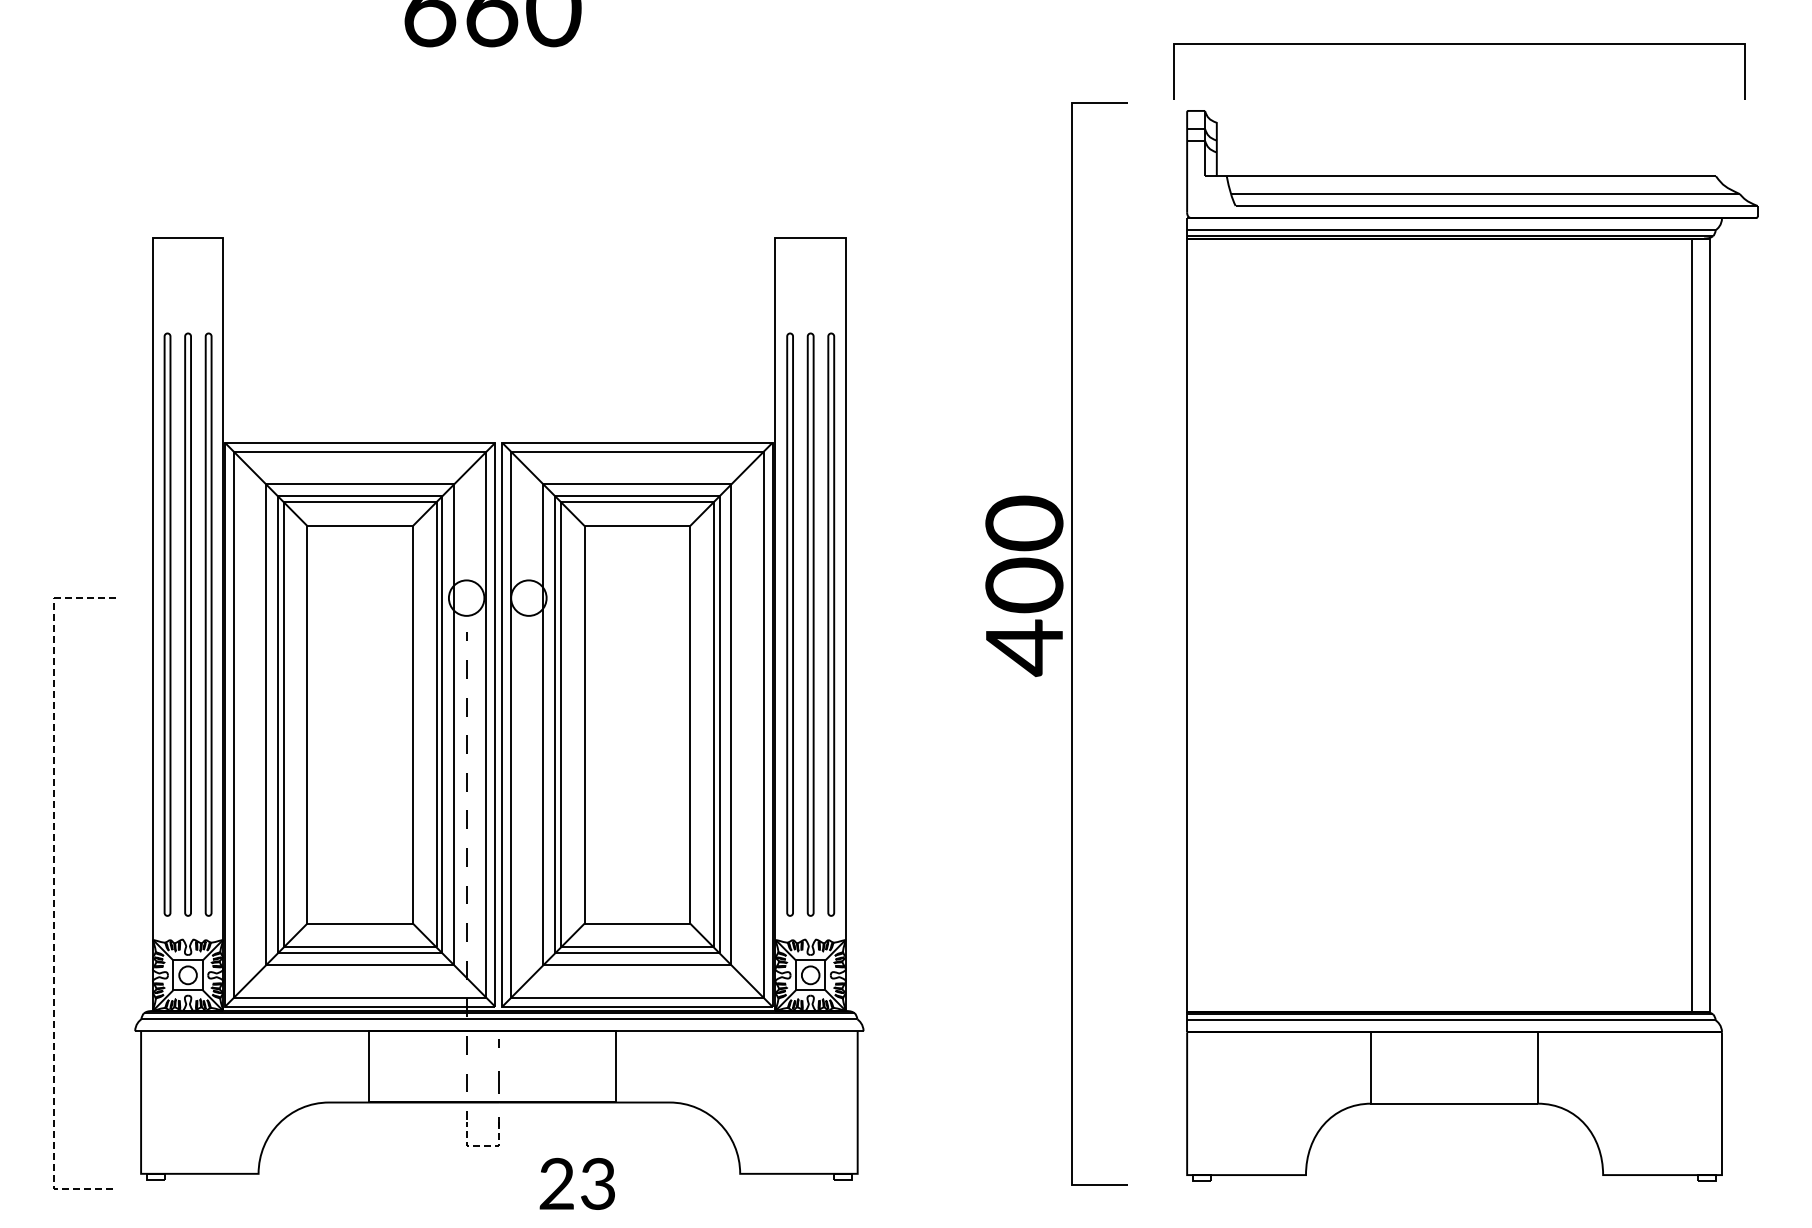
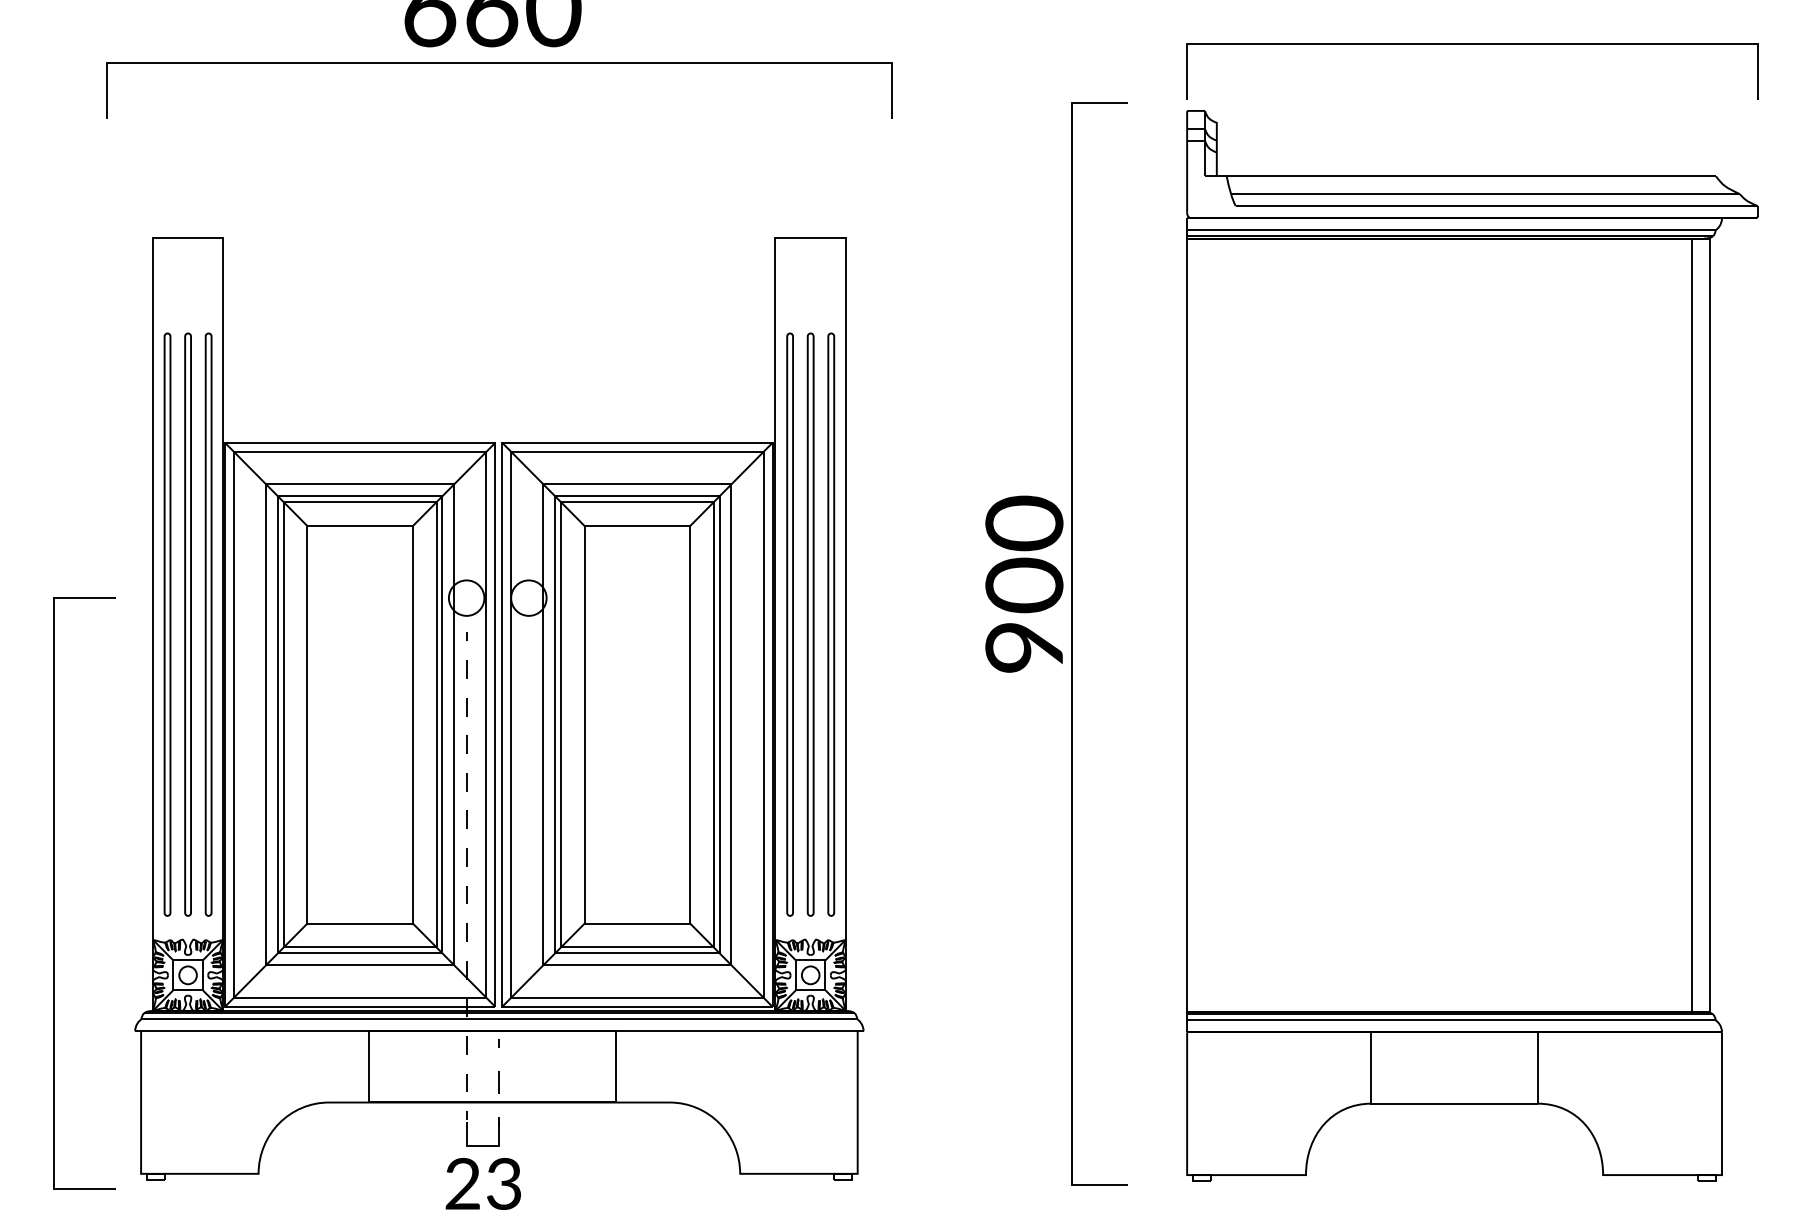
line at (1459, 44) position: (1459, 44) -> (1472, 44)
line at (499, 63): none -> present
text at (1023, 648): 400 -> 900
line at (54, 894): dashed -> solid
line at (482, 1146): dashed -> solid
text at (576, 1183) position: (576, 1183) -> (482, 1183)
